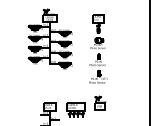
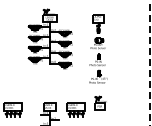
line at (150, 63): solid -> dashed
part at (12, 109): none -> present
